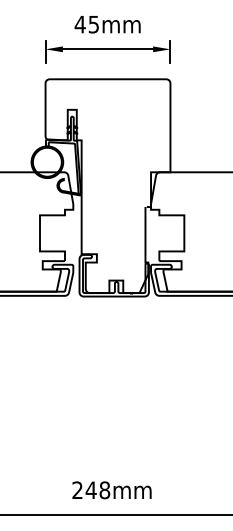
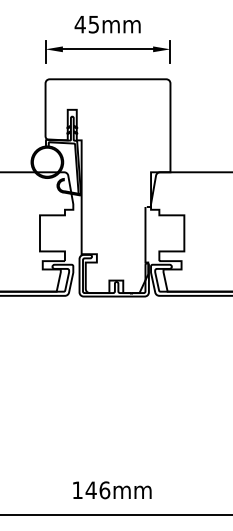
text at (91, 490): 248mm -> 146mm
